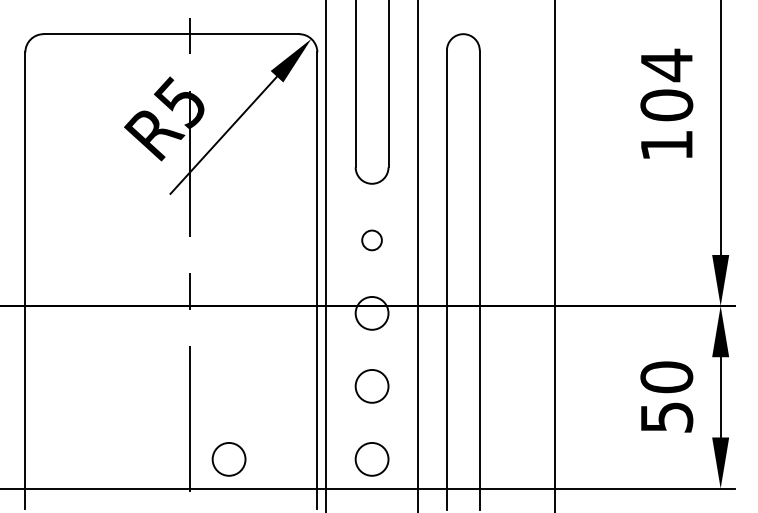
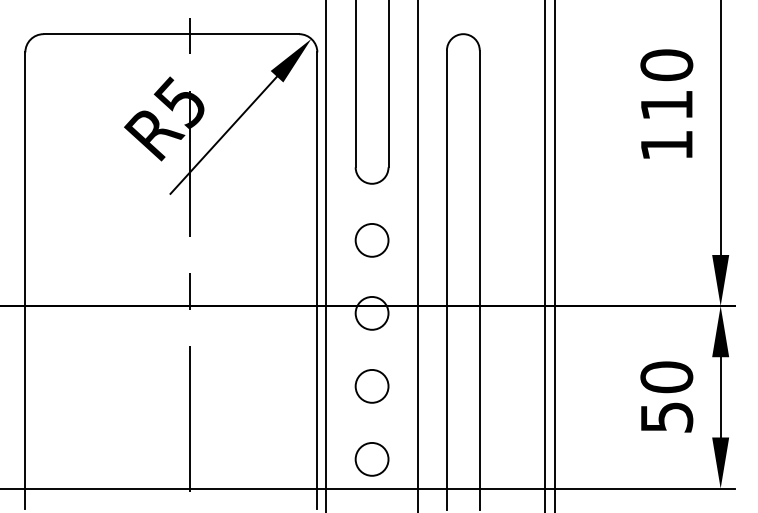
text at (666, 84): 104 -> 110
circle at (371, 240) size: 22x23 px -> 36x35 px
line at (545, 255): none -> present
circle at (228, 459): present -> none
